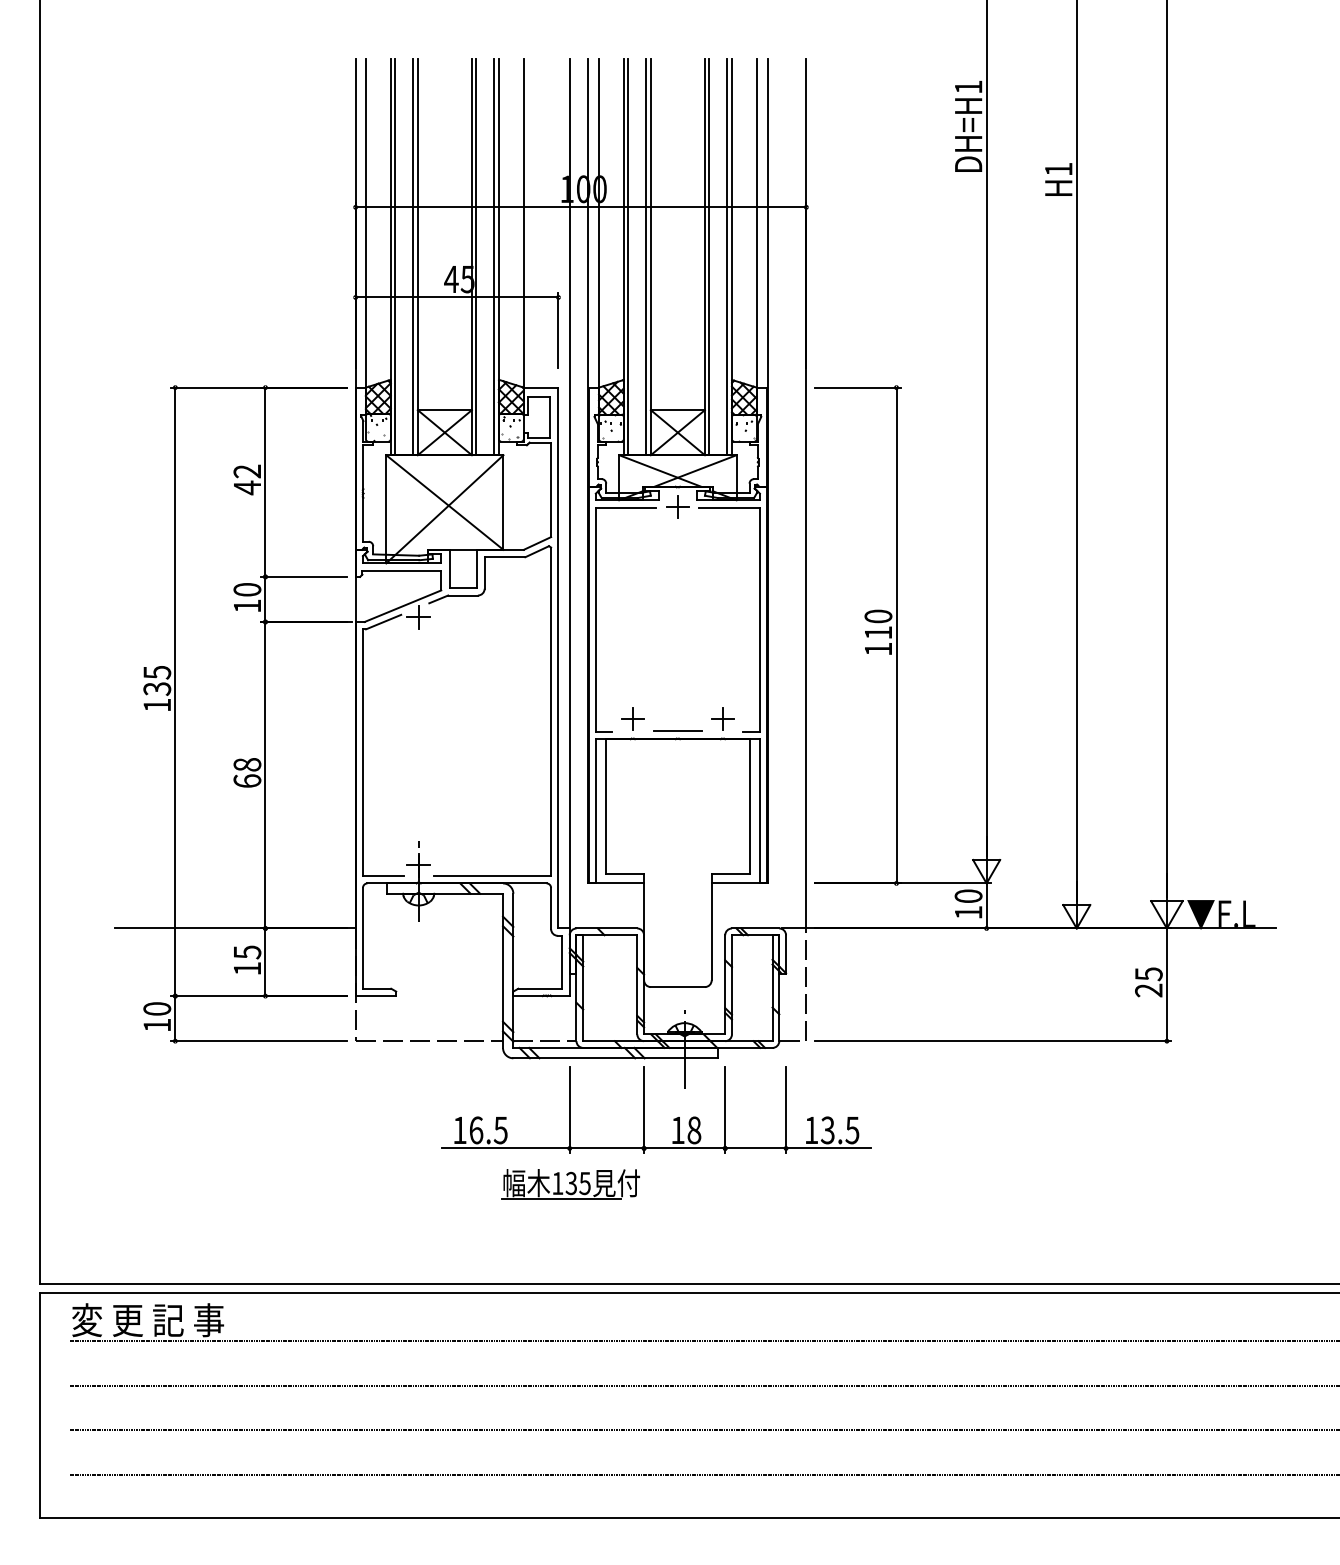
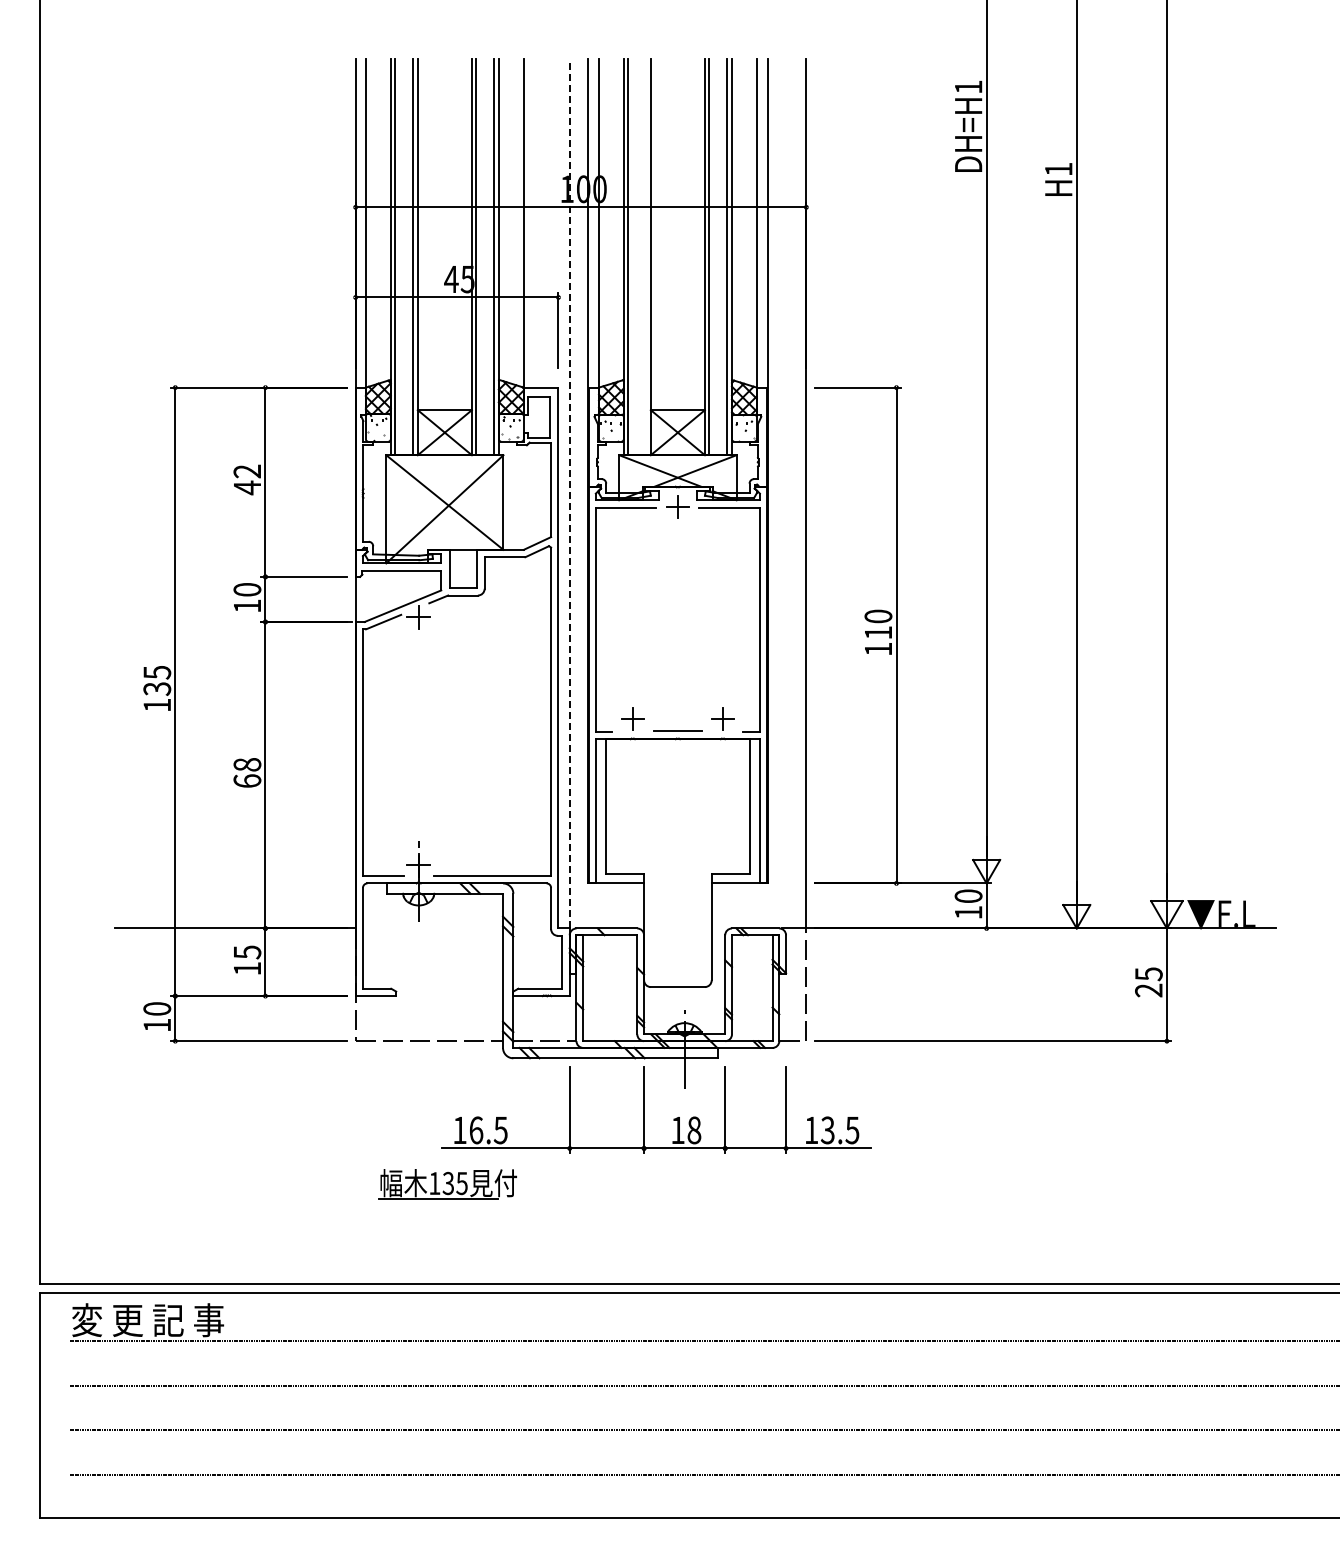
line at (646, 256): present -> none
line at (569, 493): solid -> dashed
part at (570, 1184) position: (570, 1184) -> (447, 1184)
